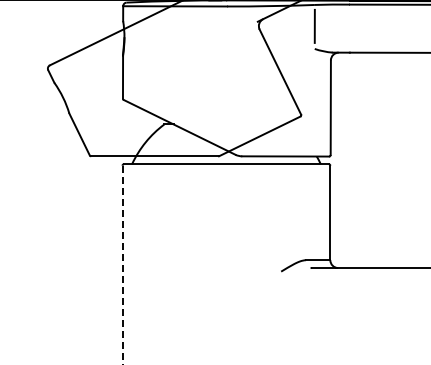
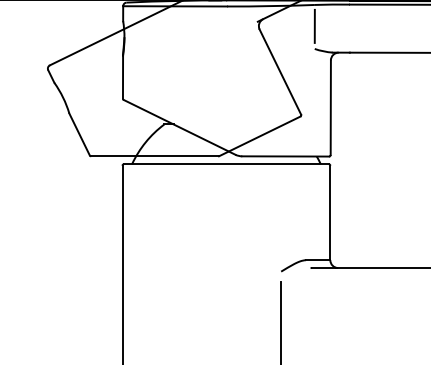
line at (122, 265): dashed -> solid
line at (281, 321): none -> present
